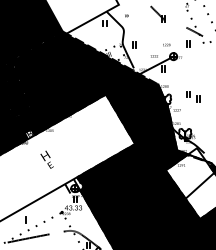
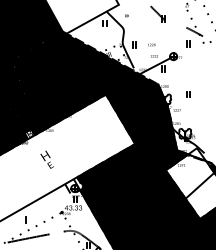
text at (166, 44) position: (166, 44) -> (151, 44)
part at (198, 98): present -> none
